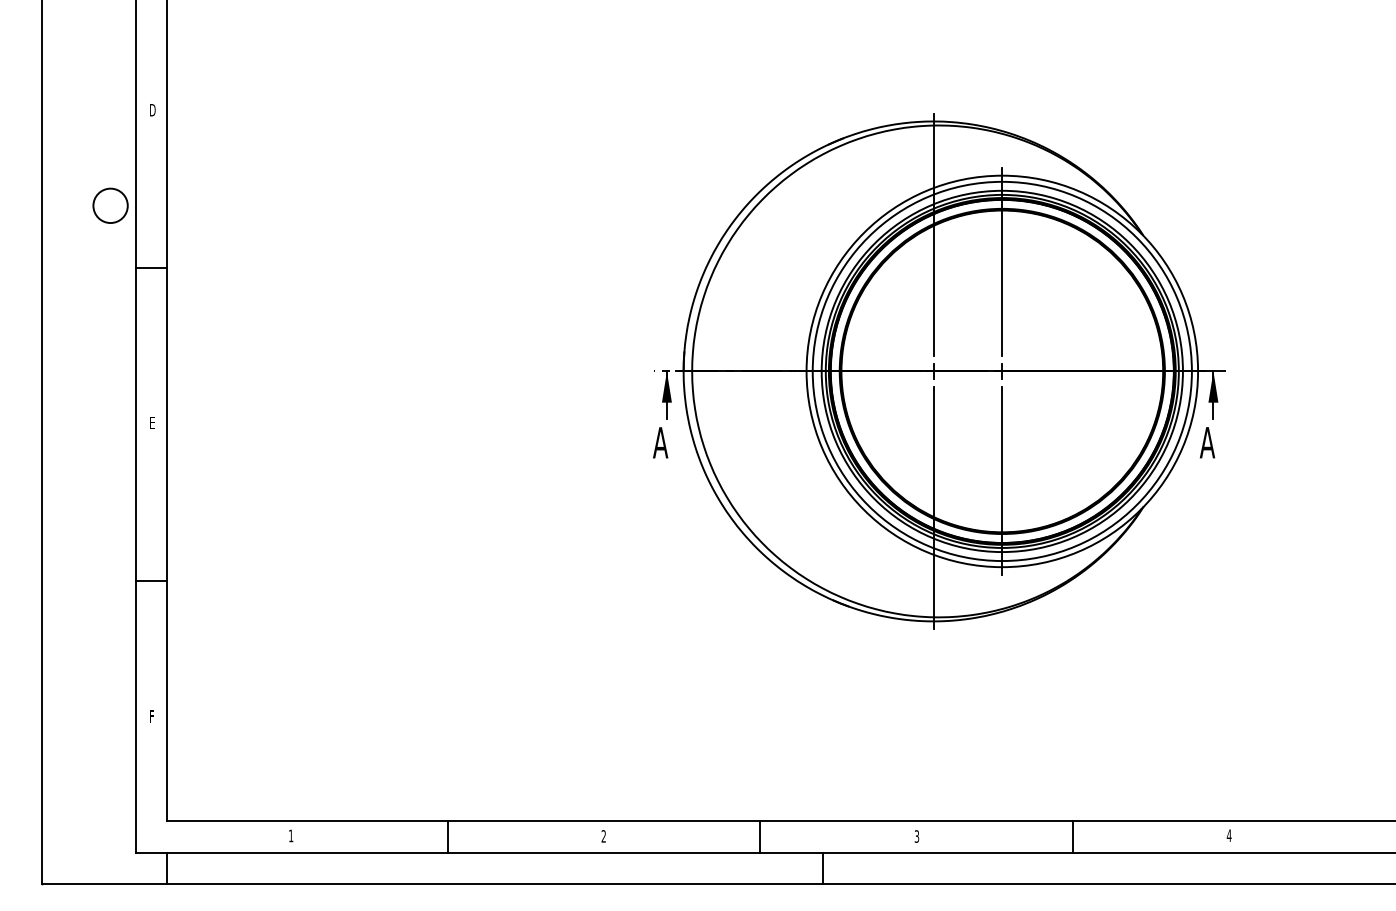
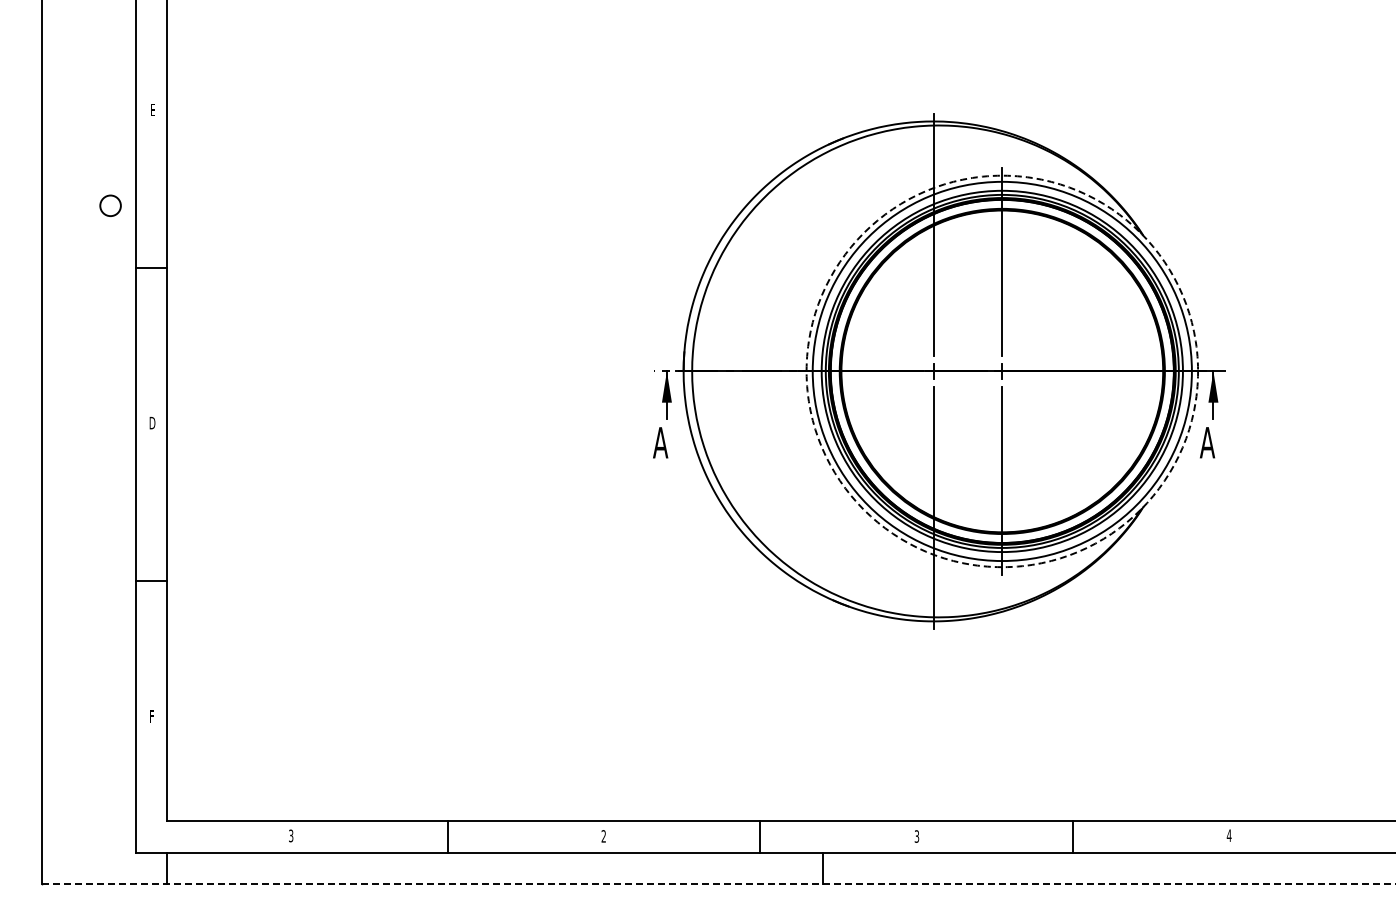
text at (152, 110): D -> E
circle at (110, 205) diameter: 34 px -> 21 px
circle at (1002, 371): solid -> dashed
text at (152, 422): E -> D
text at (291, 835): 1 -> 3
line at (718, 883): solid -> dashed
